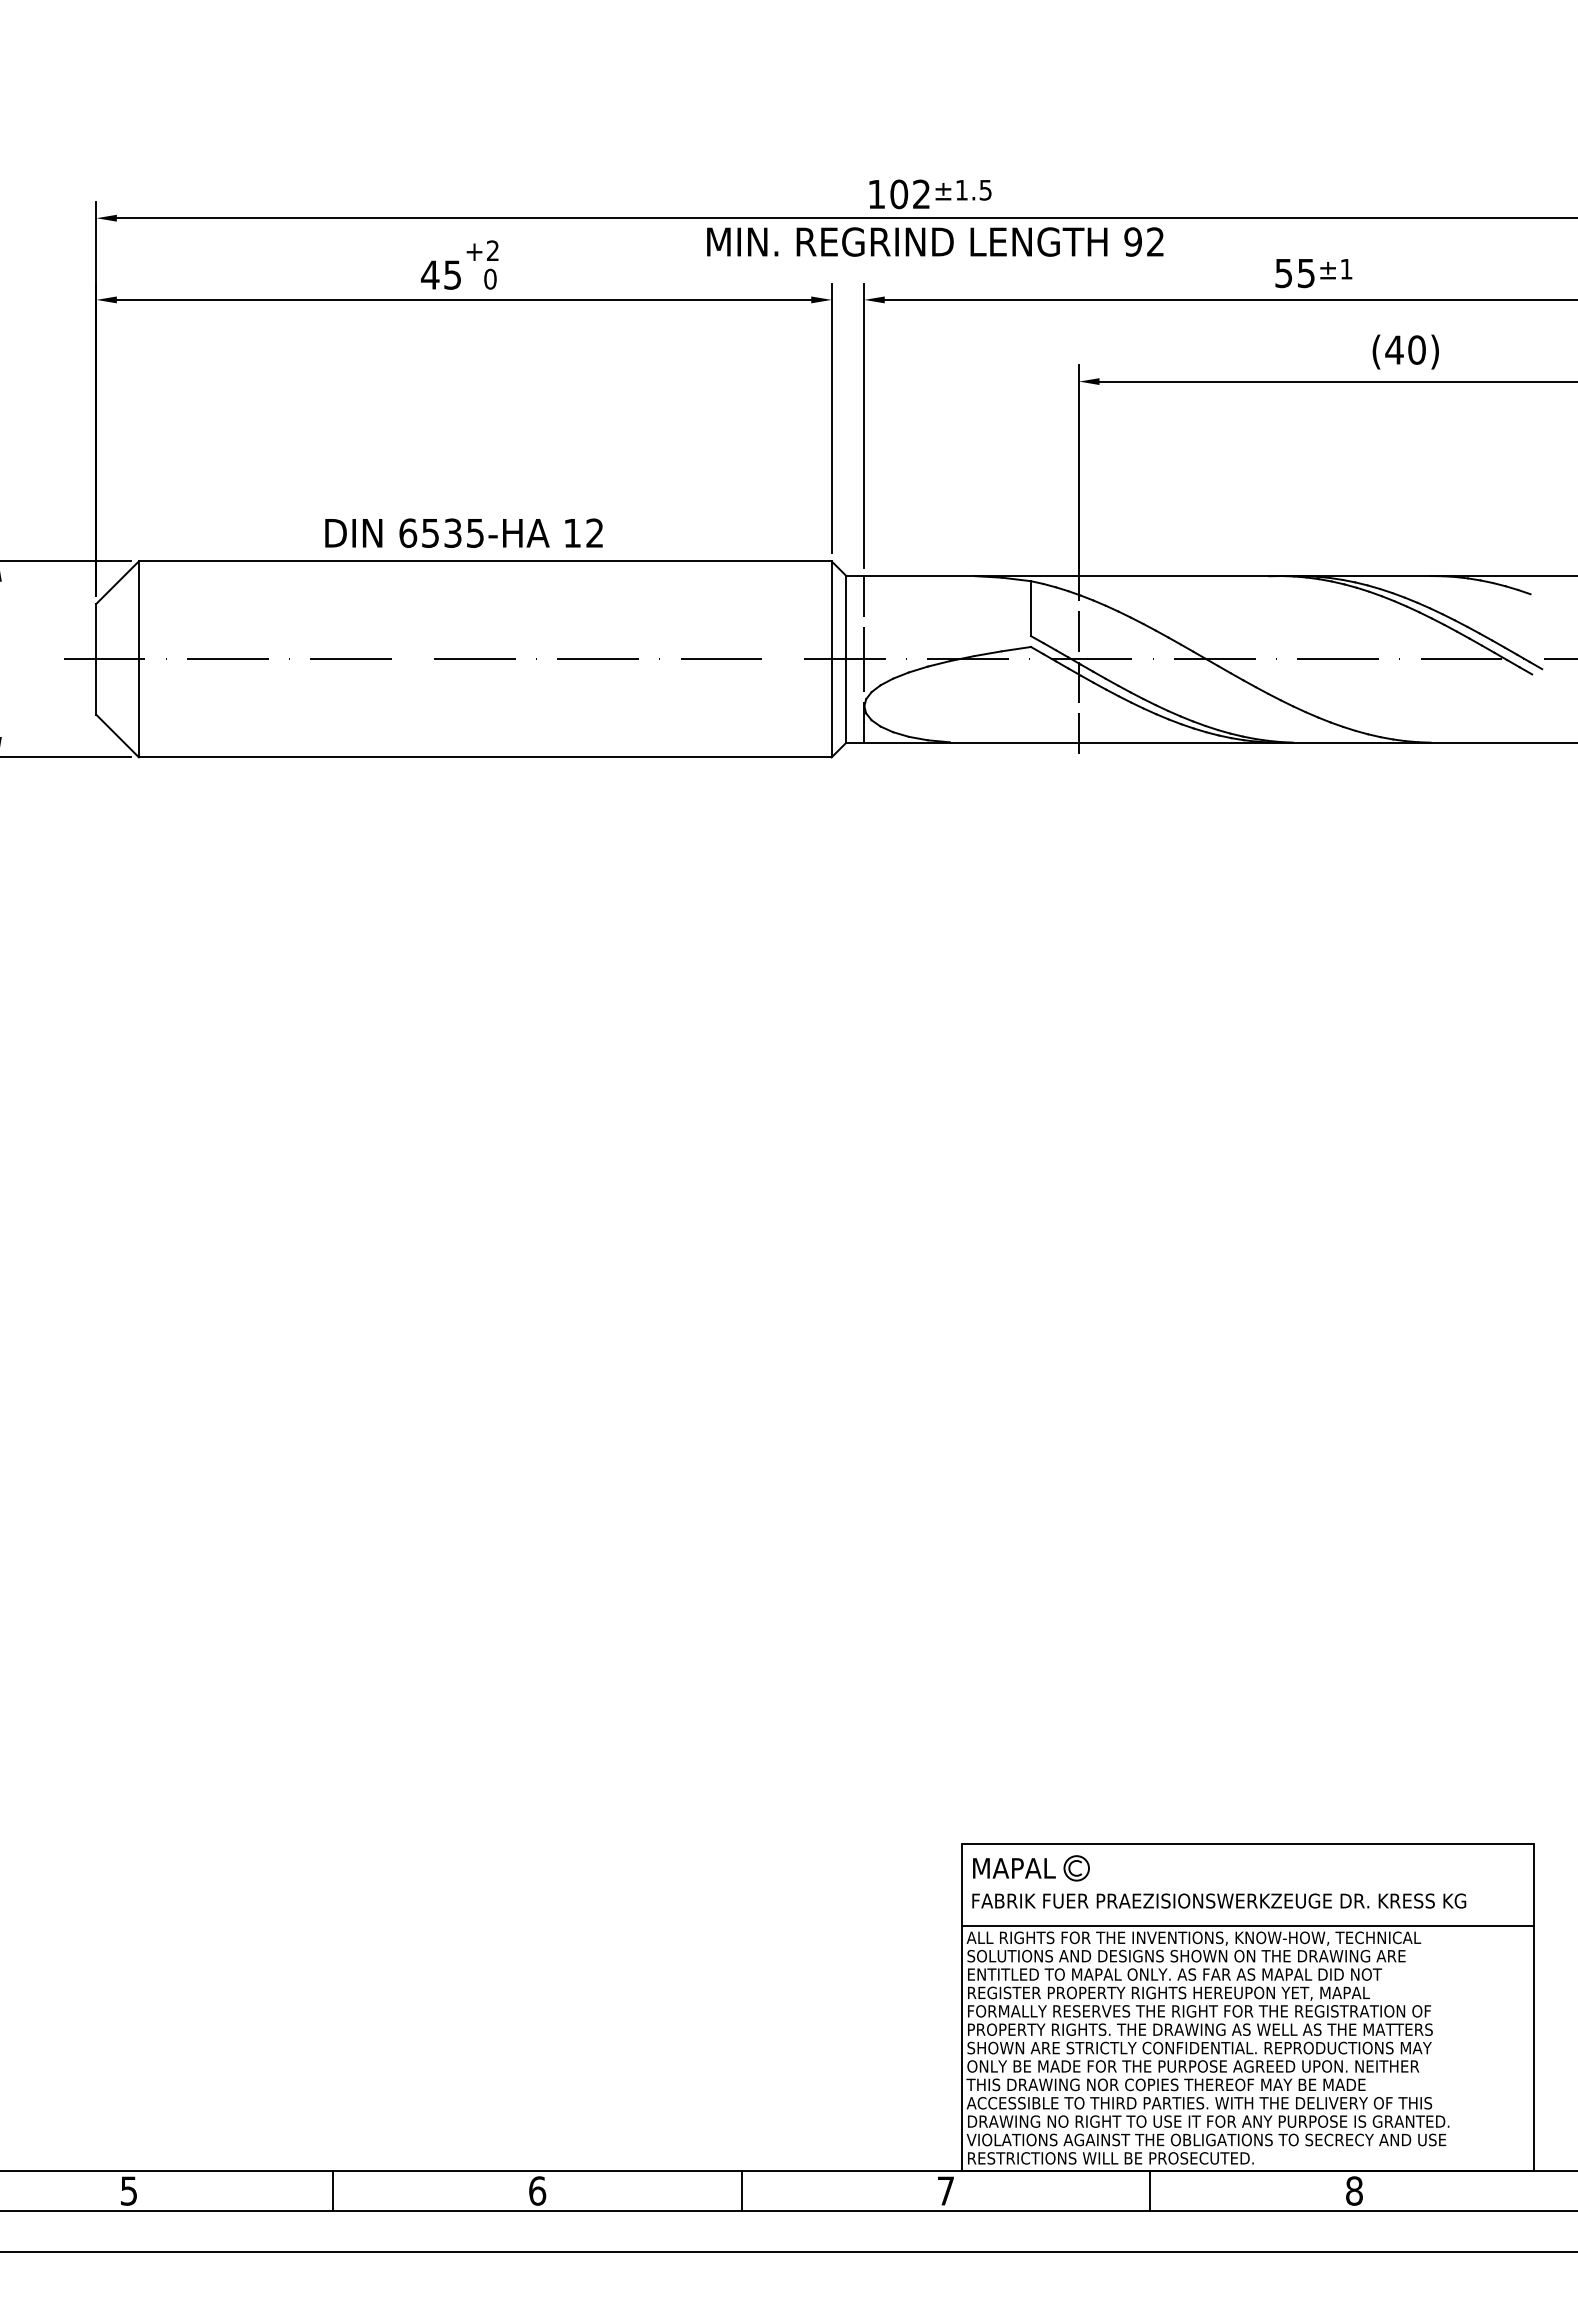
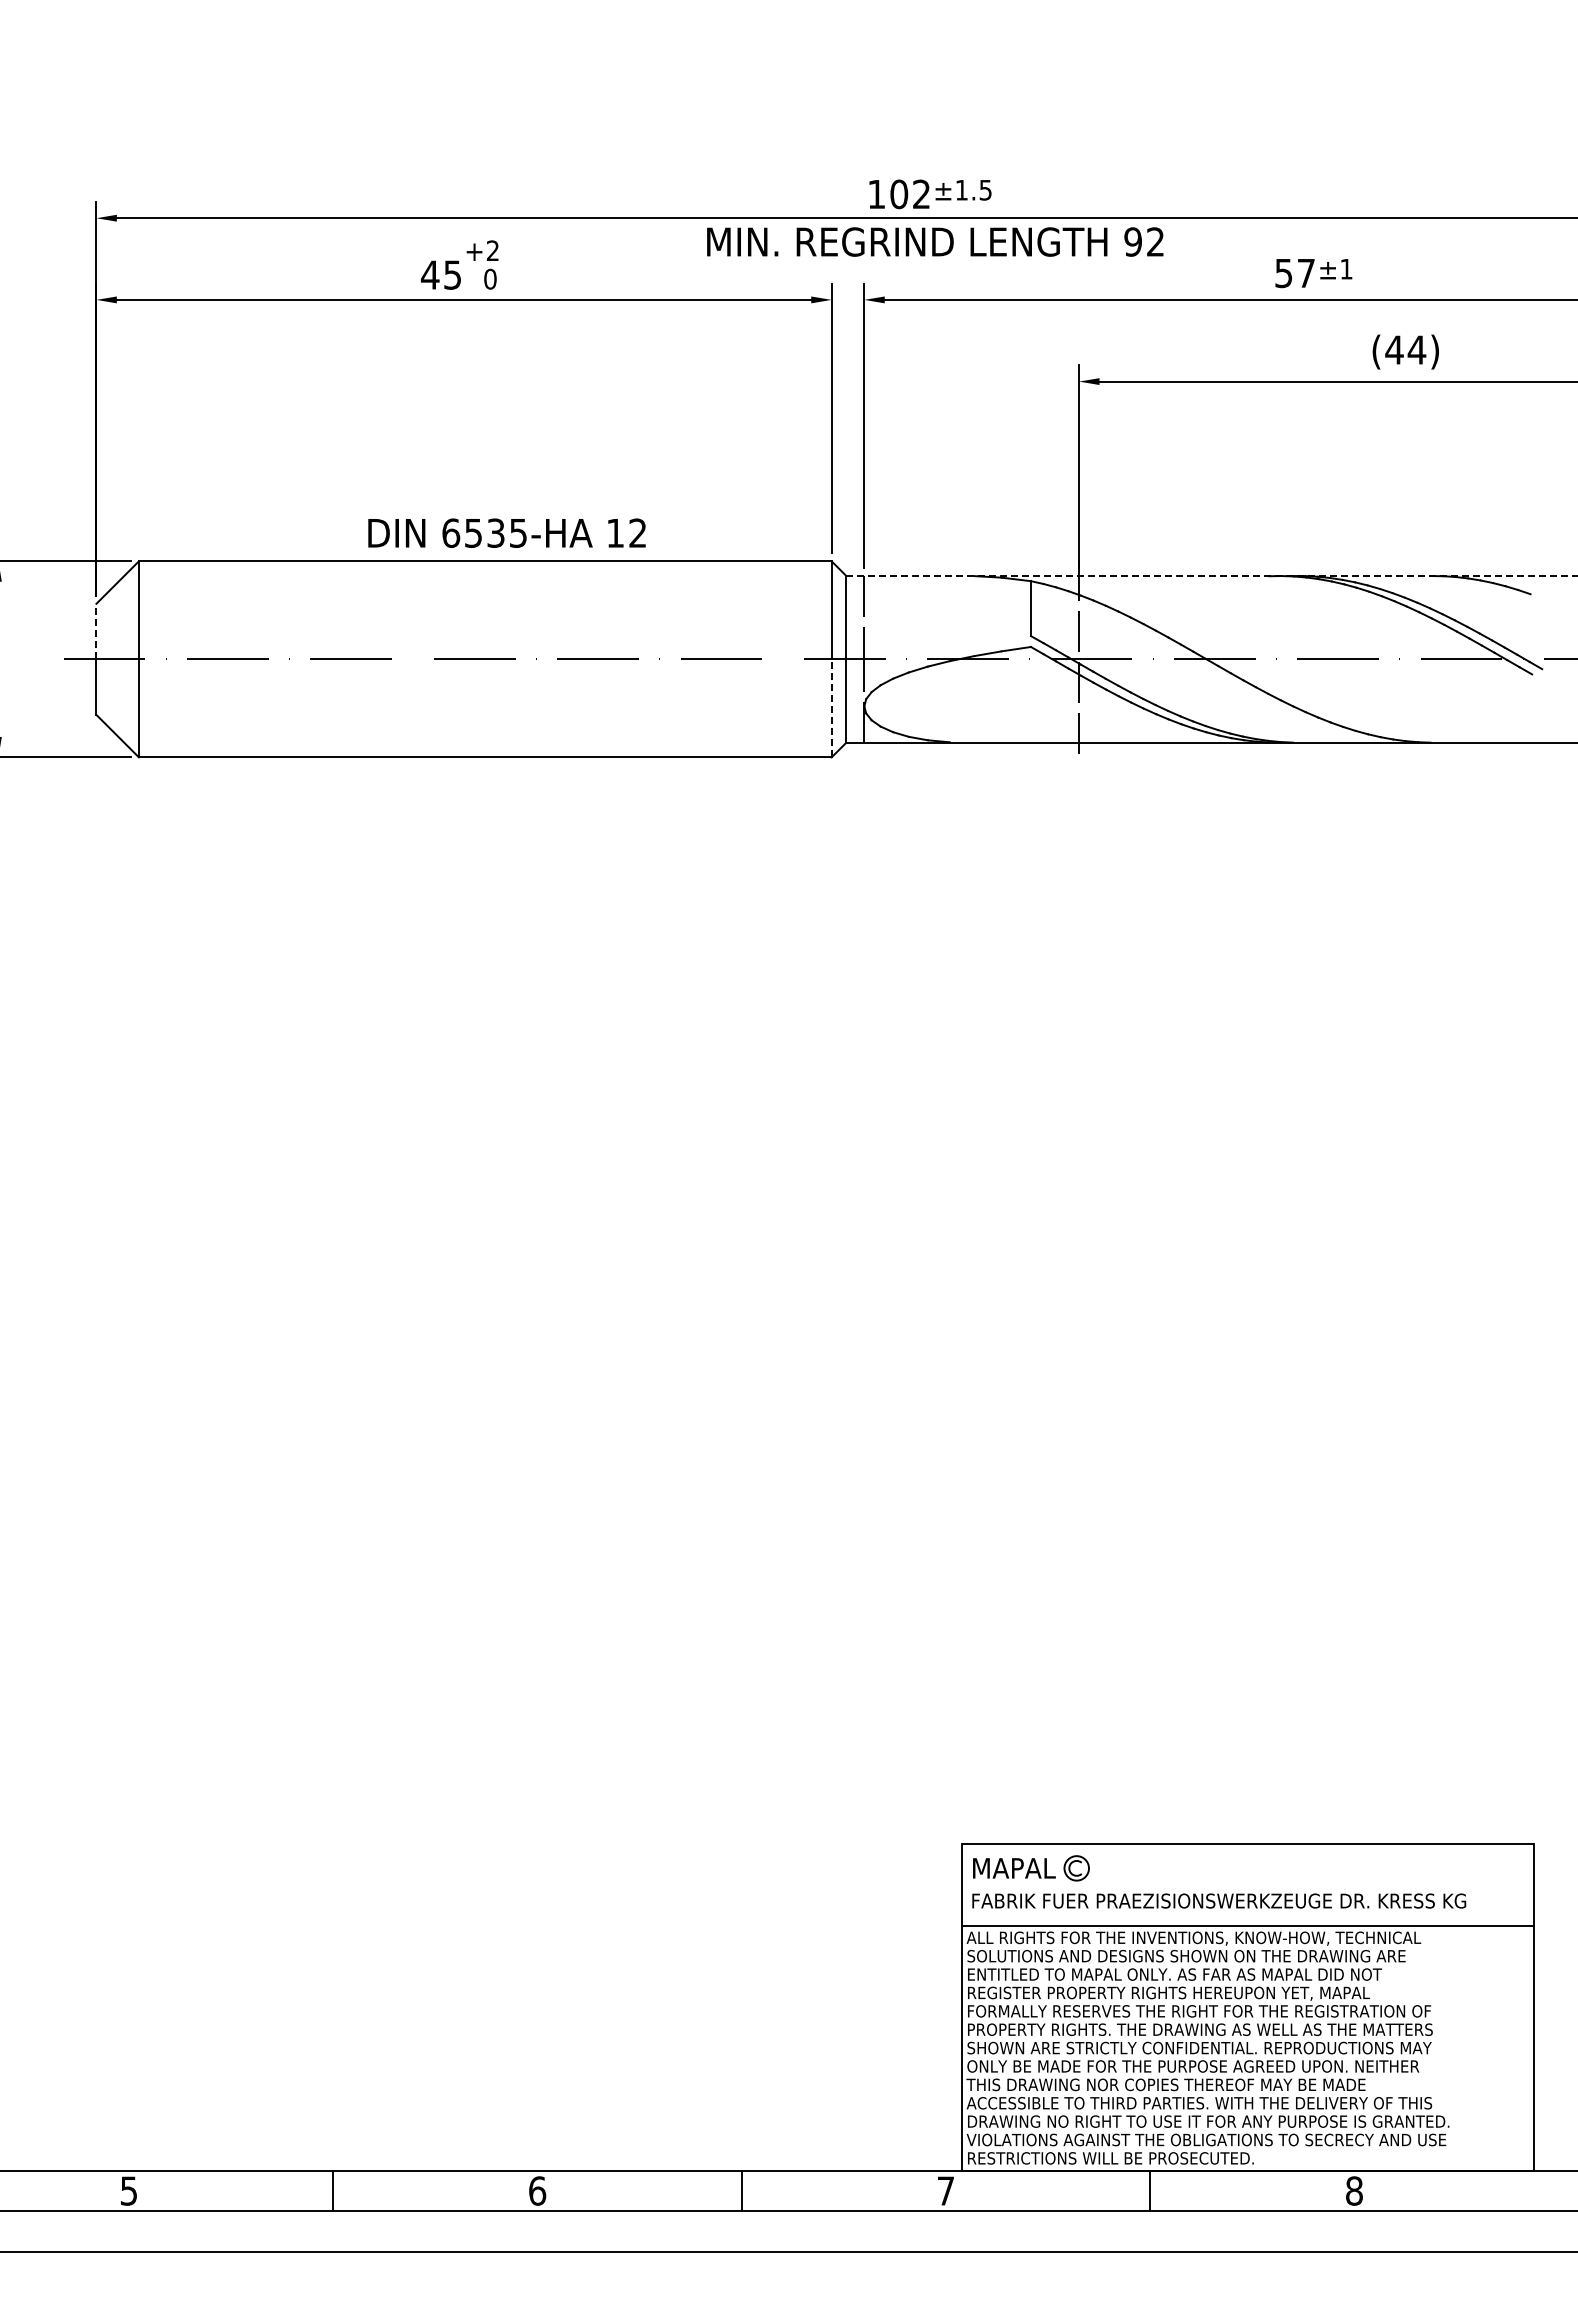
text at (1306, 273): 55 -> 57
text at (1416, 349): (40) -> (44)
text at (463, 532) position: (463, 532) -> (506, 532)
line at (1212, 576): solid -> dashed
line at (96, 631): solid -> dashed
line at (831, 707): solid -> dashed
